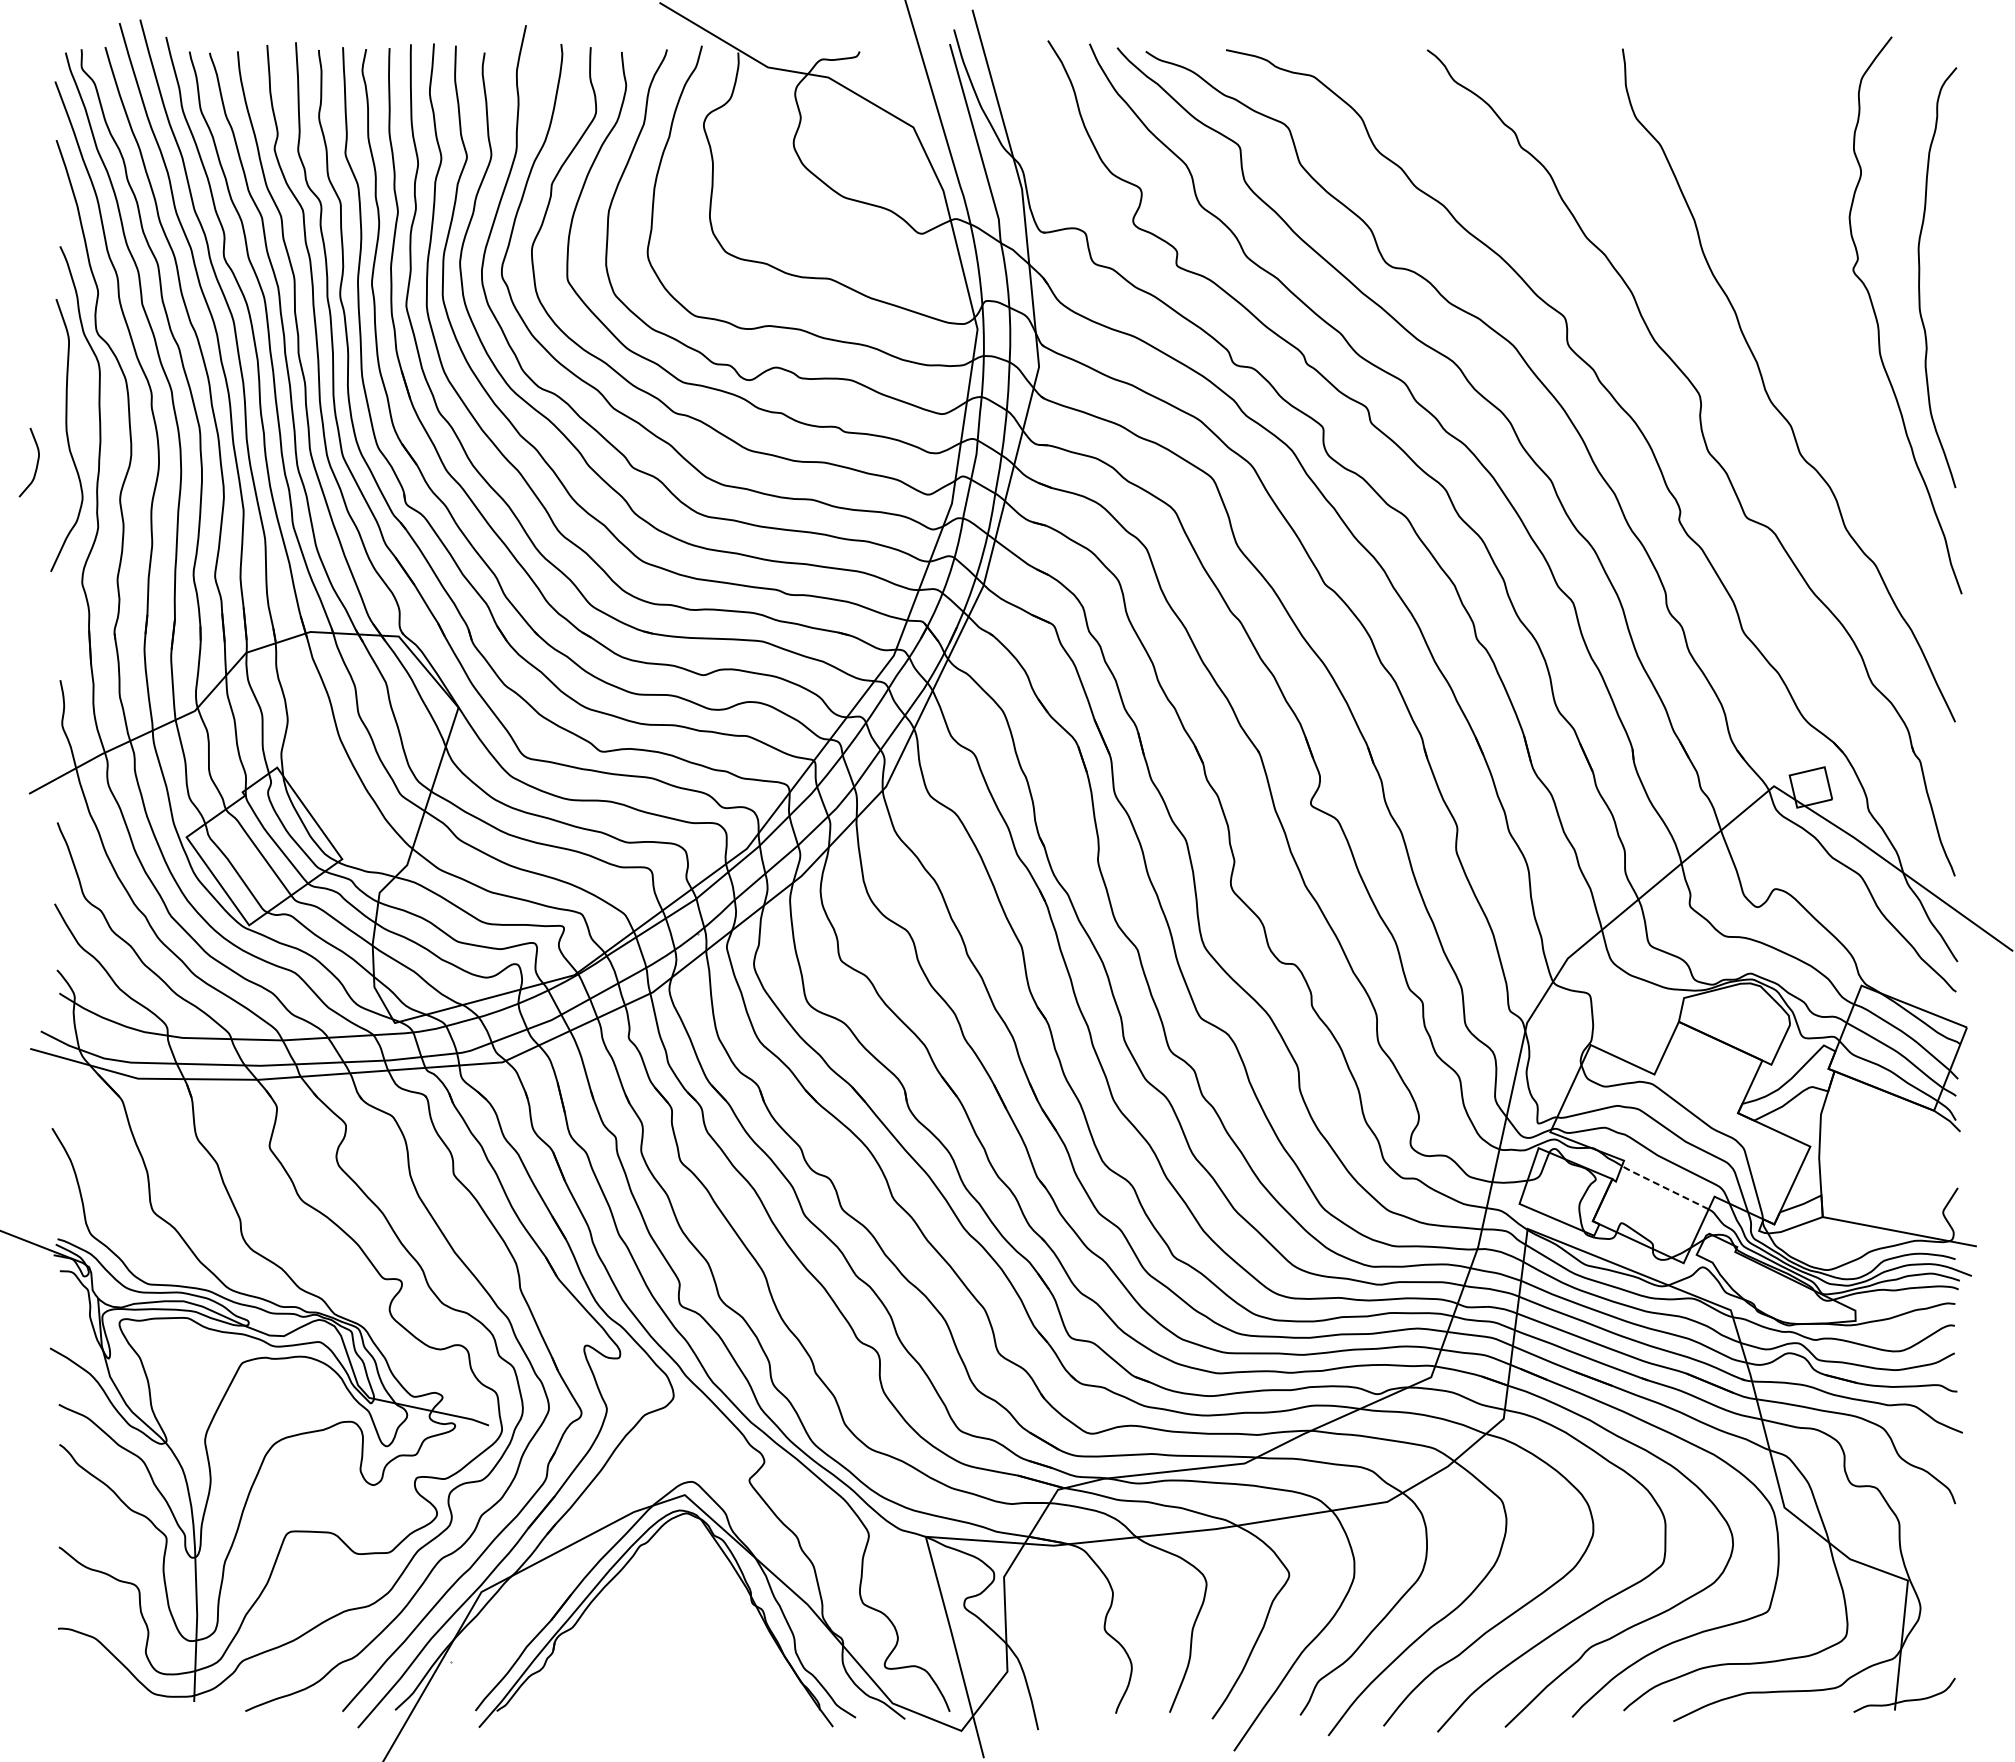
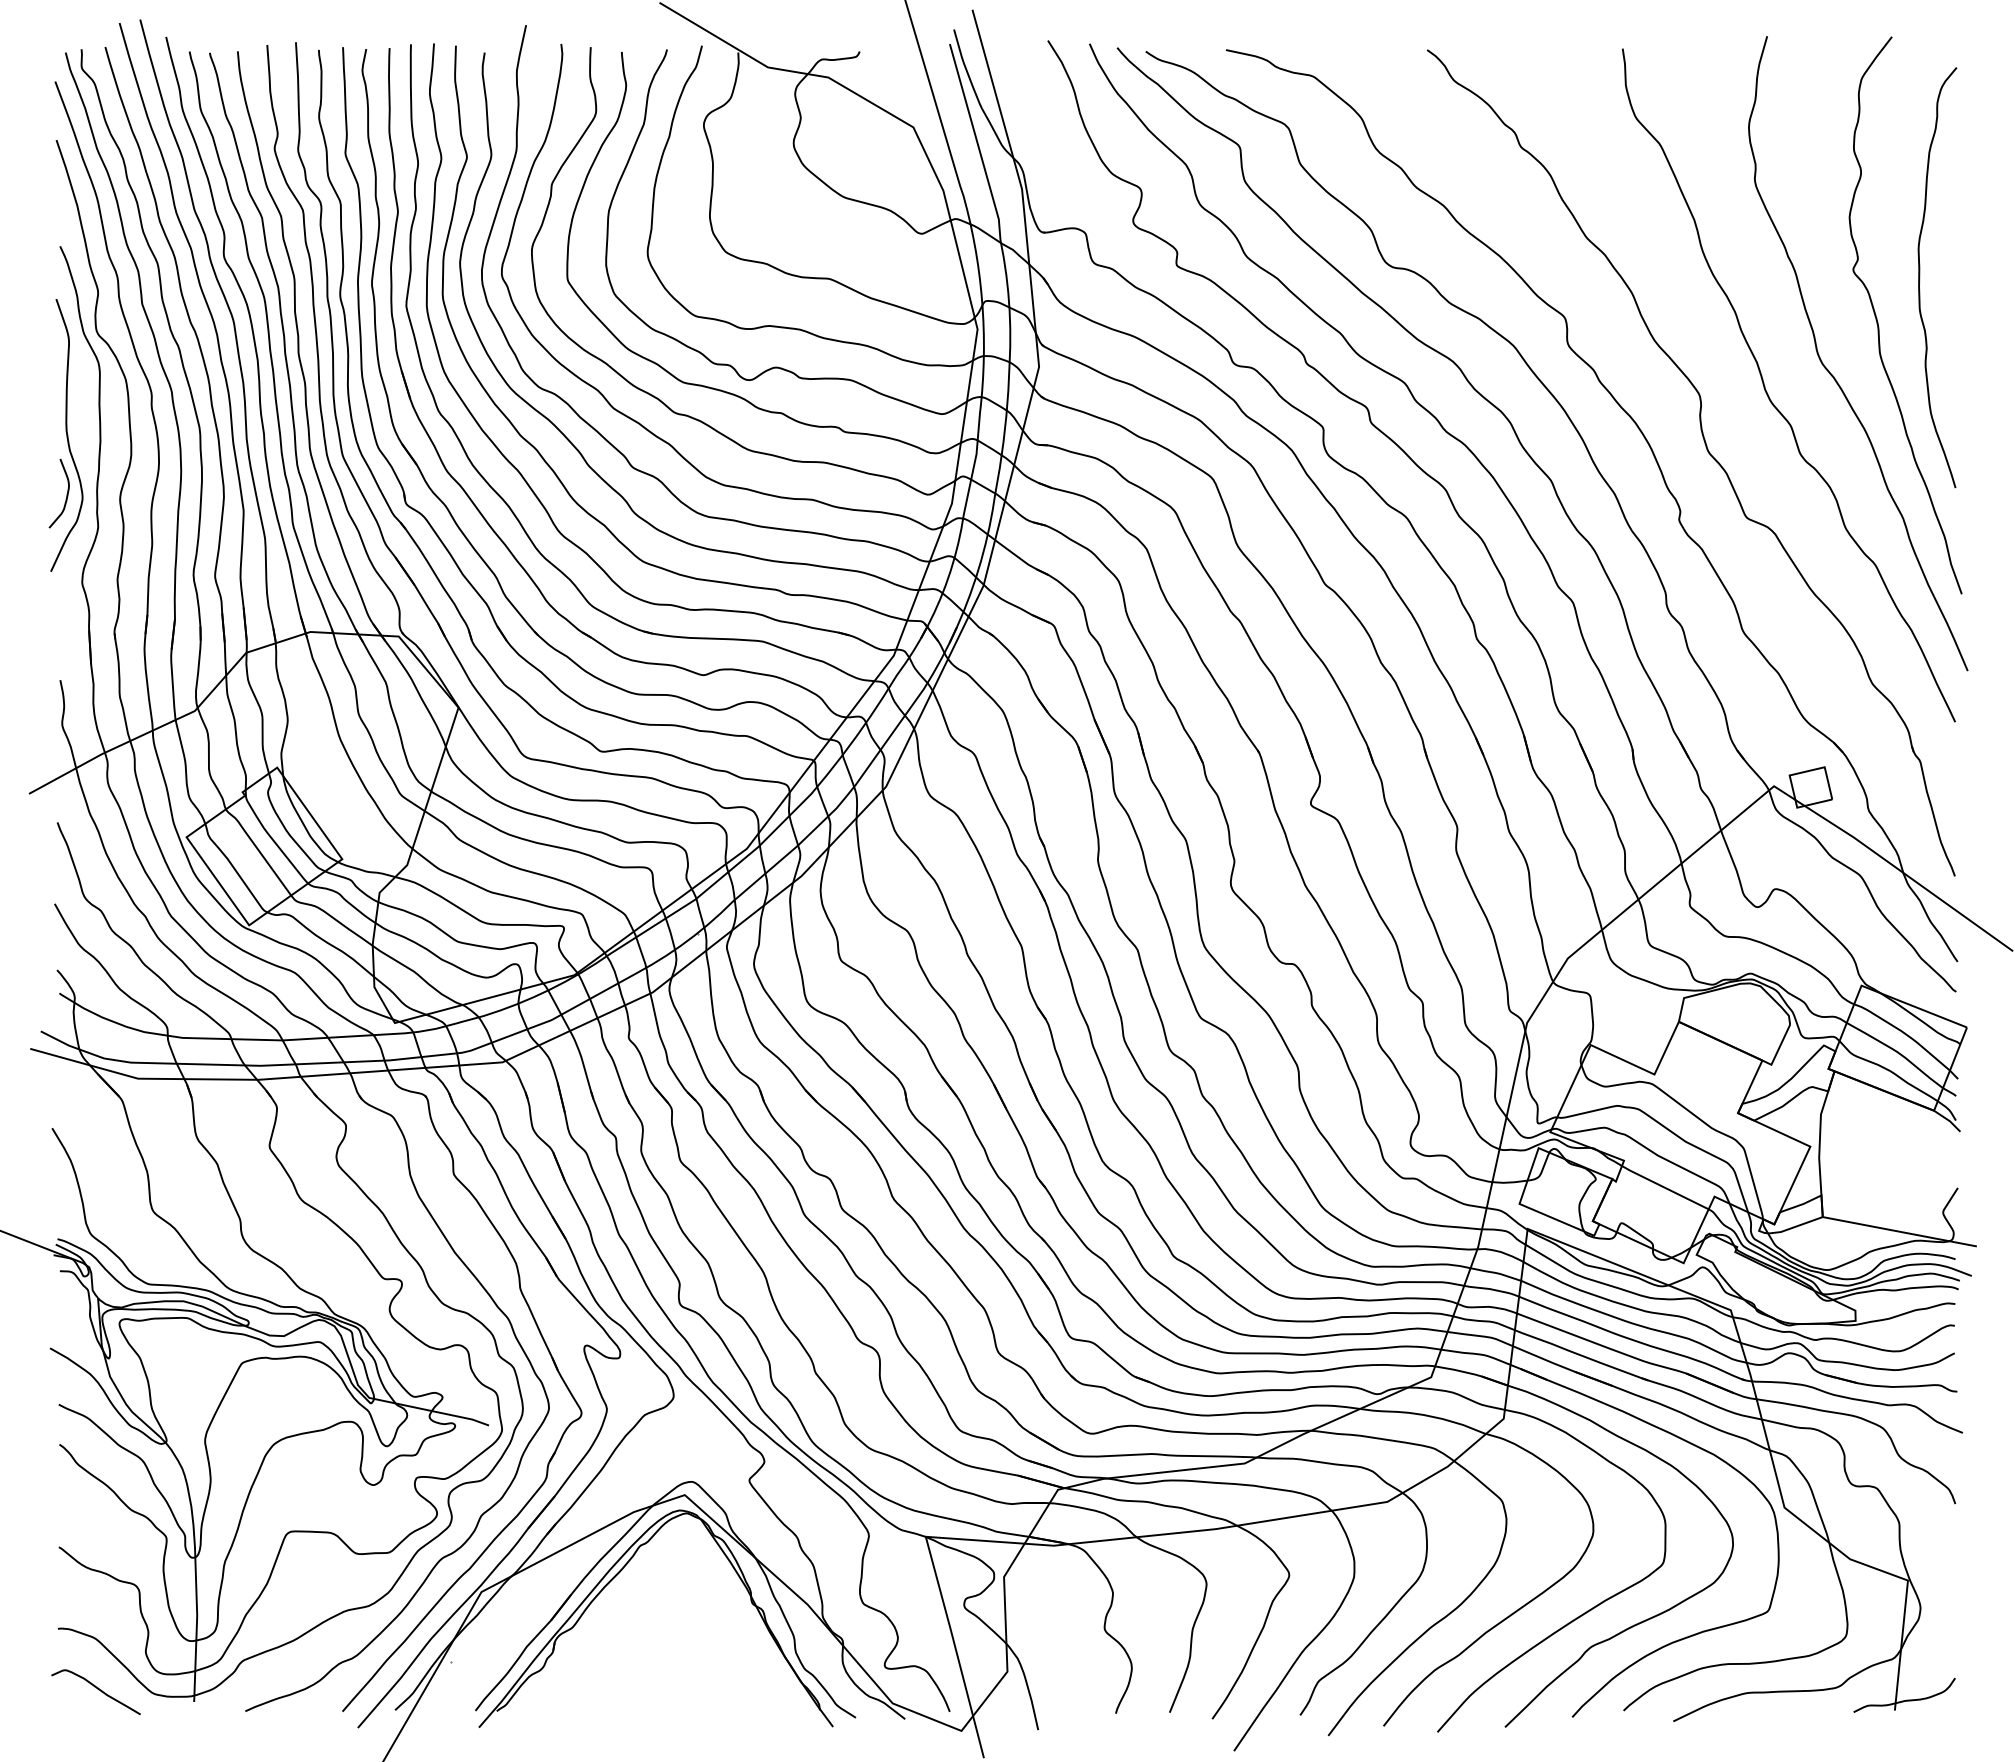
curve at (1834, 376): none -> present
curve at (36, 463) position: (36, 463) -> (66, 494)
line at (1664, 1187): dashed -> solid
curve at (97, 1689): none -> present
